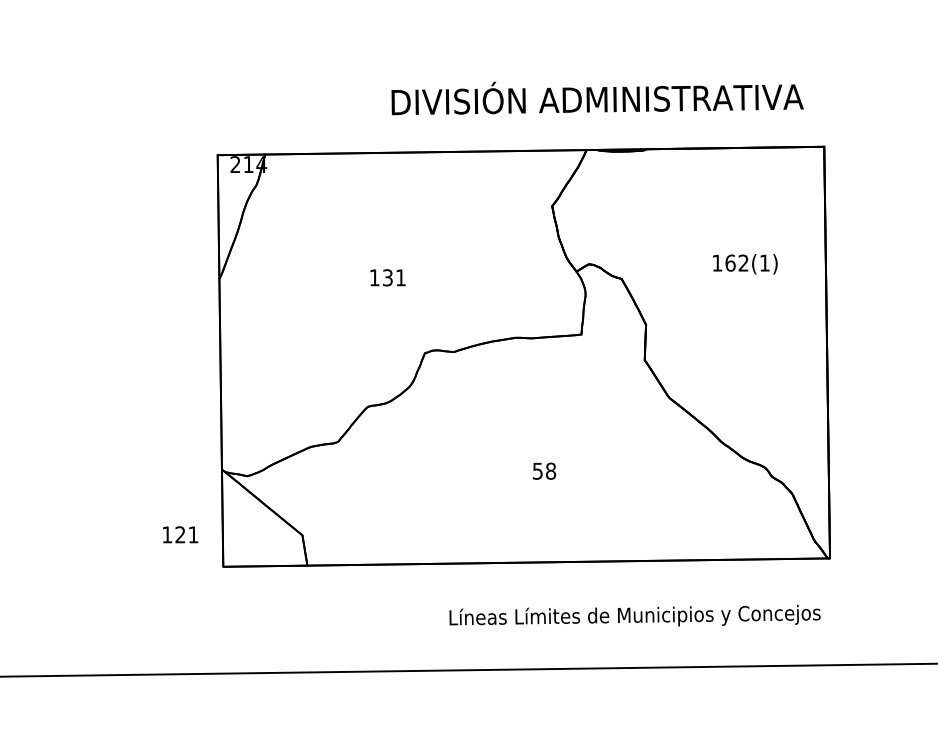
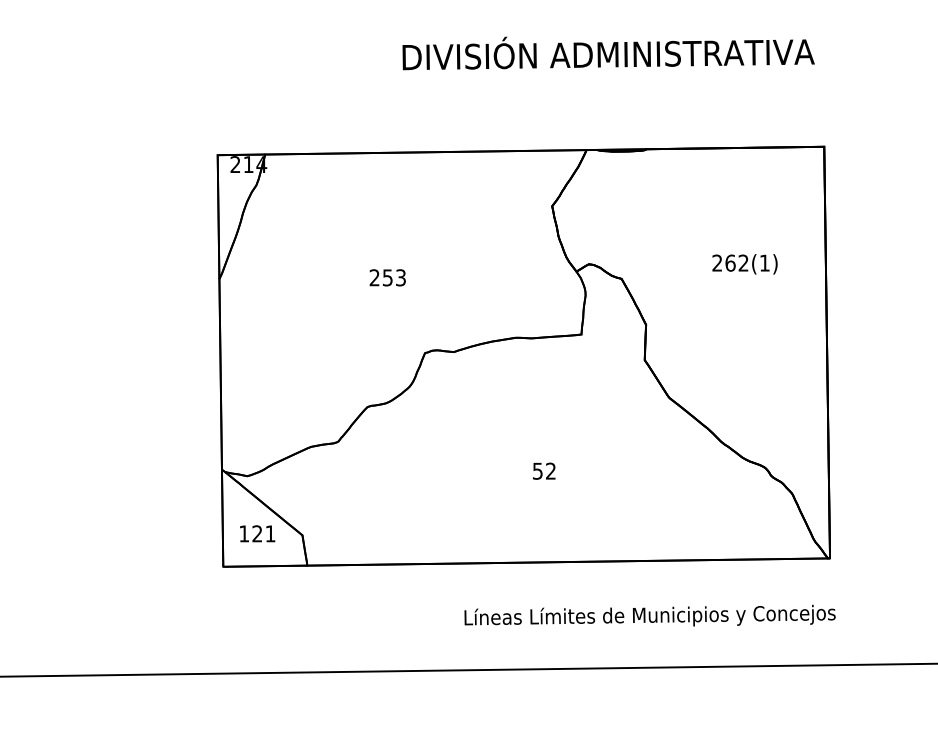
text at (597, 98) position: (597, 98) -> (608, 53)
text at (717, 262): 162(1) -> 262(1)
text at (387, 277): 131 -> 253
text at (551, 470): 58 -> 52
text at (180, 534) position: (180, 534) -> (257, 533)
text at (634, 615) position: (634, 615) -> (649, 615)
